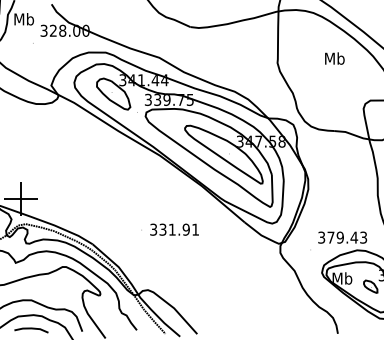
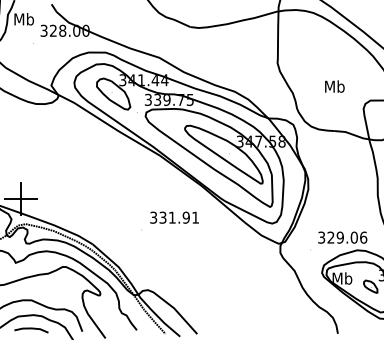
text at (334, 58) position: (334, 58) -> (334, 86)
text at (174, 229) position: (174, 229) -> (174, 217)
text at (347, 237): 379.43 -> 329.06
